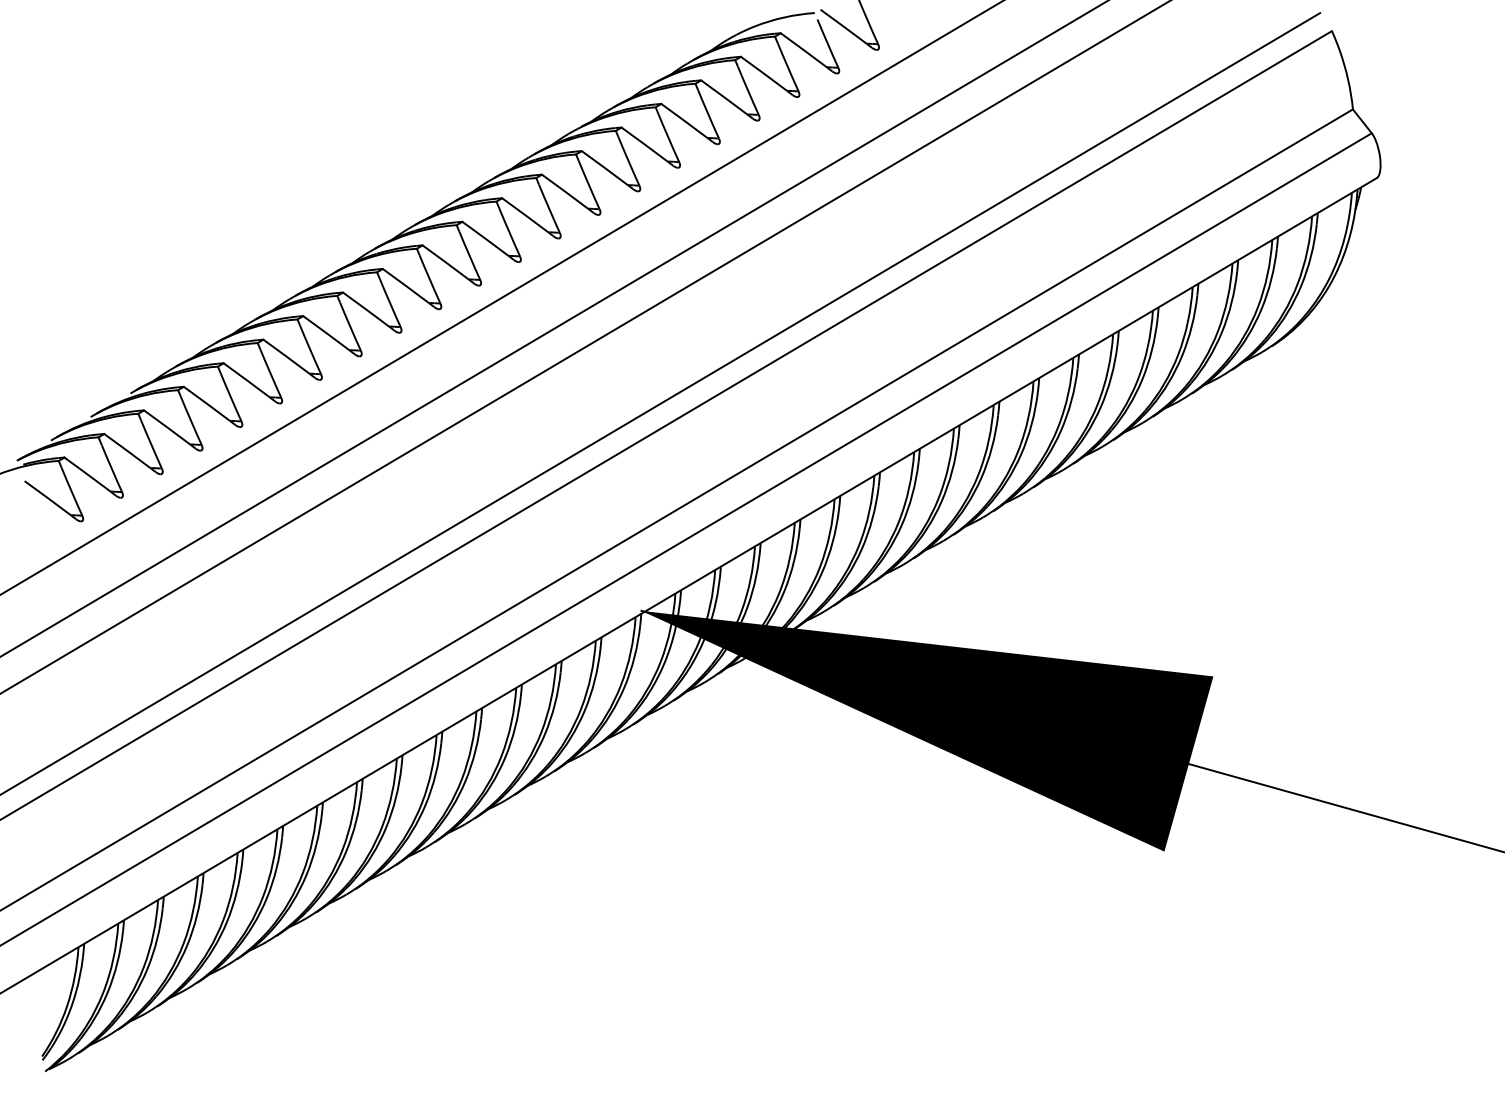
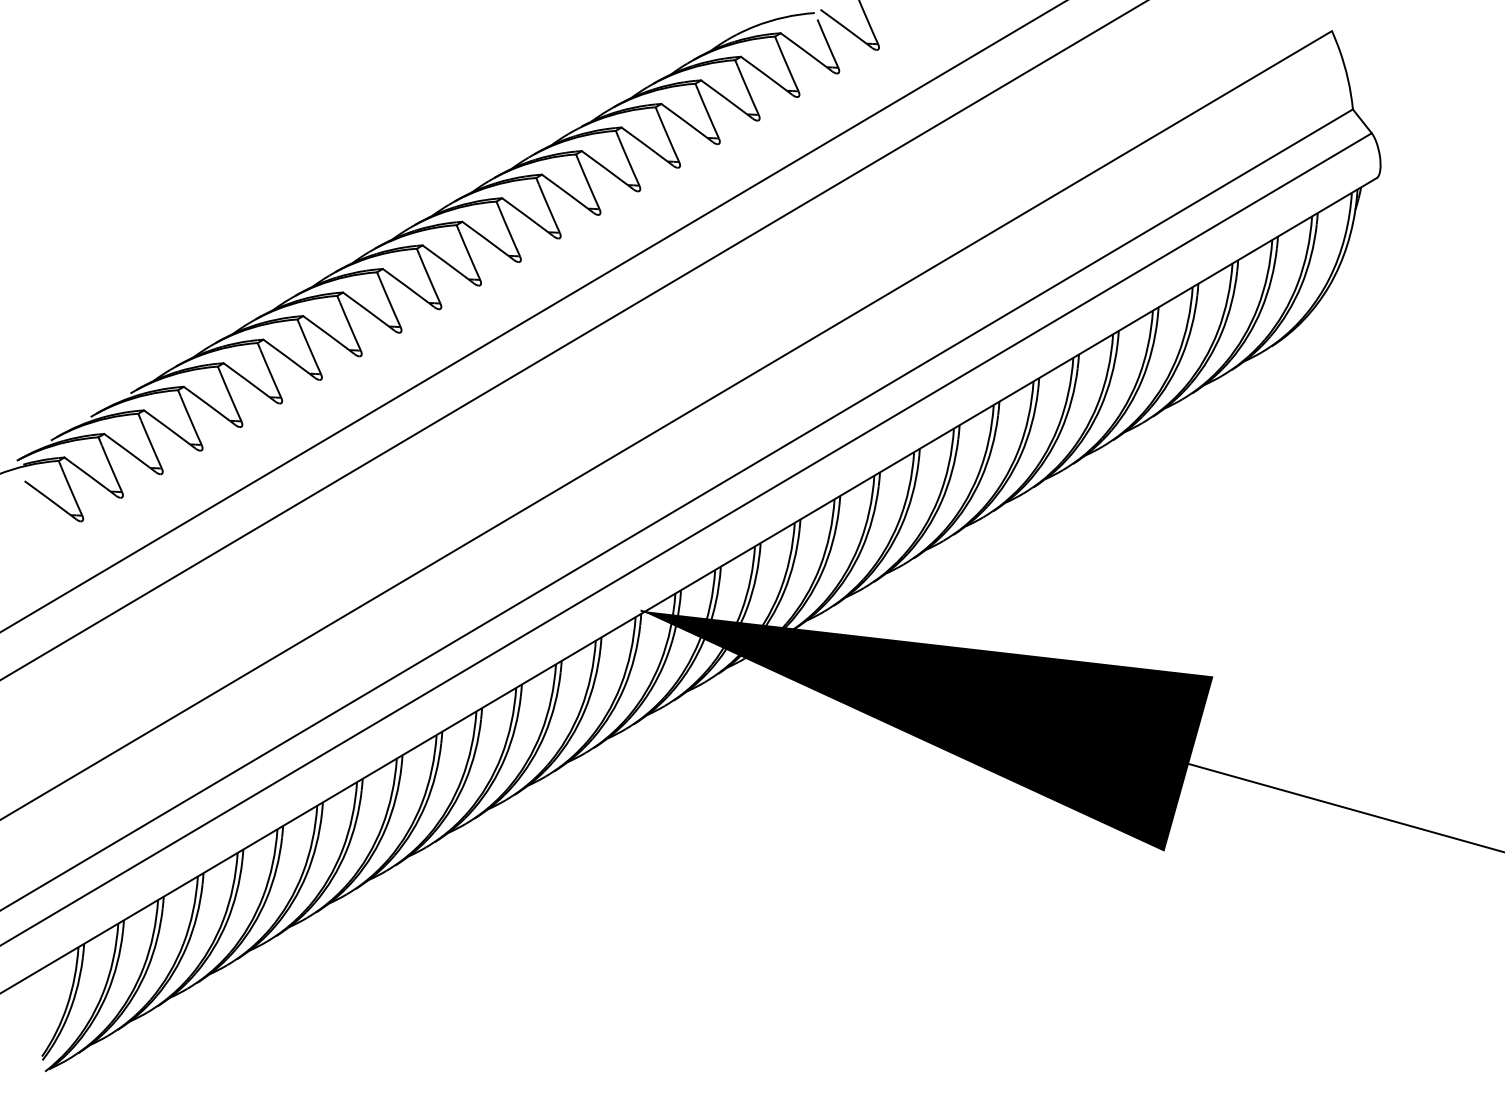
line at (501, 297): present -> none
line at (553, 328) position: (553, 328) -> (532, 316)
line at (584, 347) position: (584, 347) -> (573, 340)
line at (661, 403): present -> none
